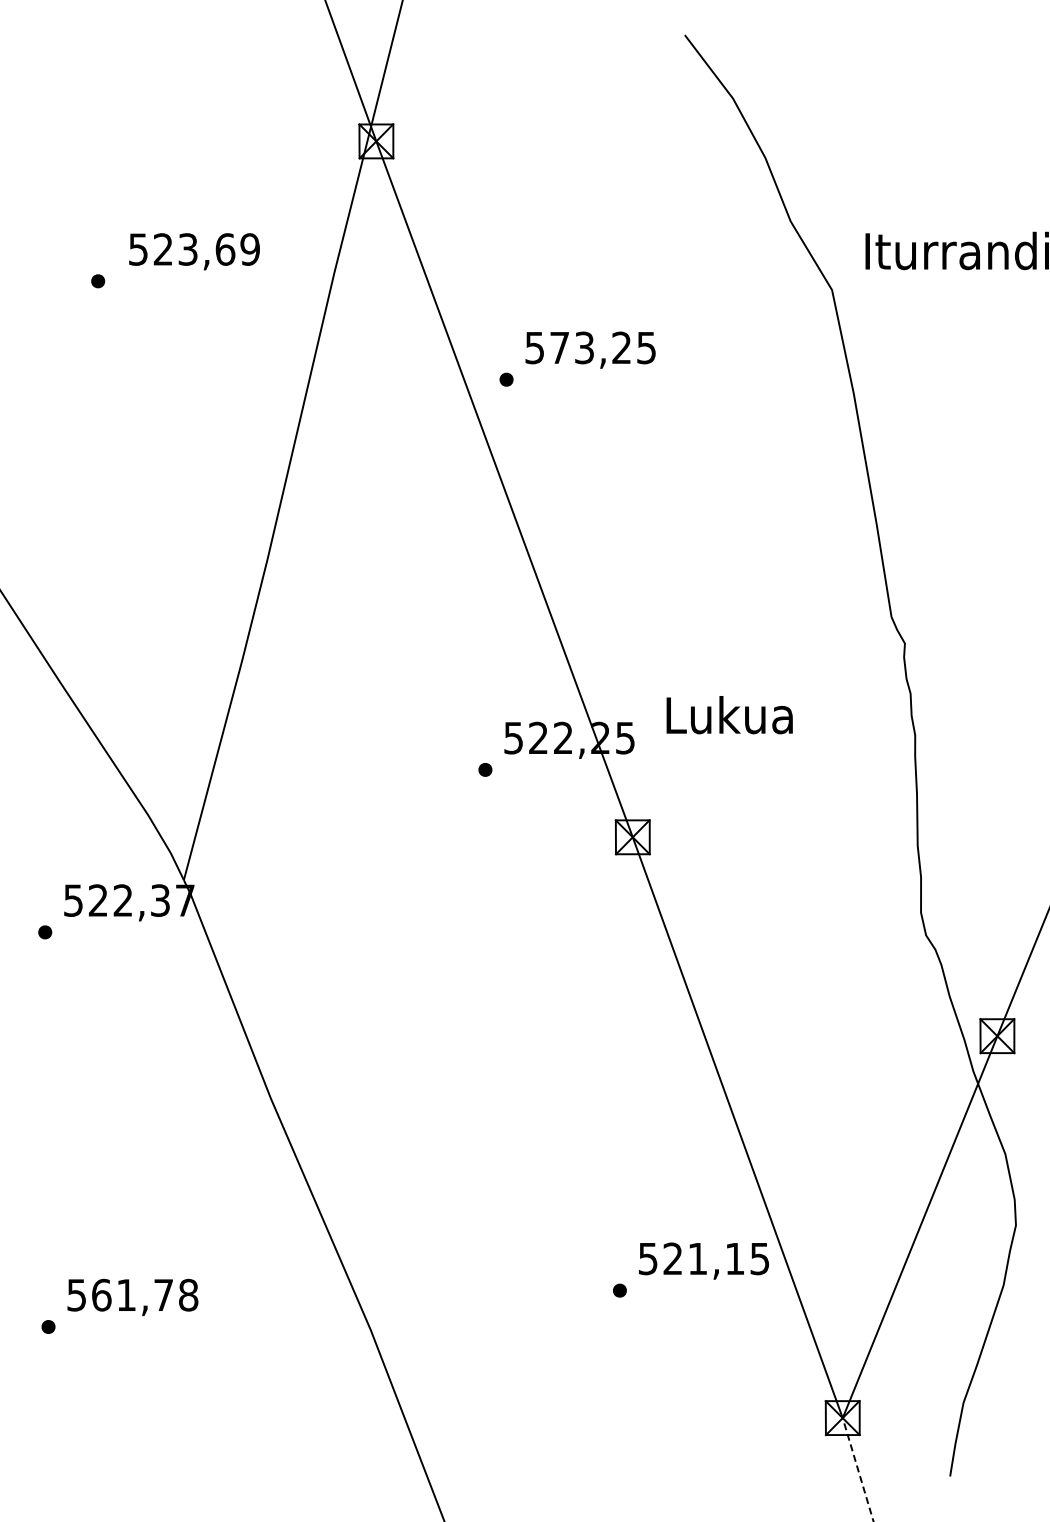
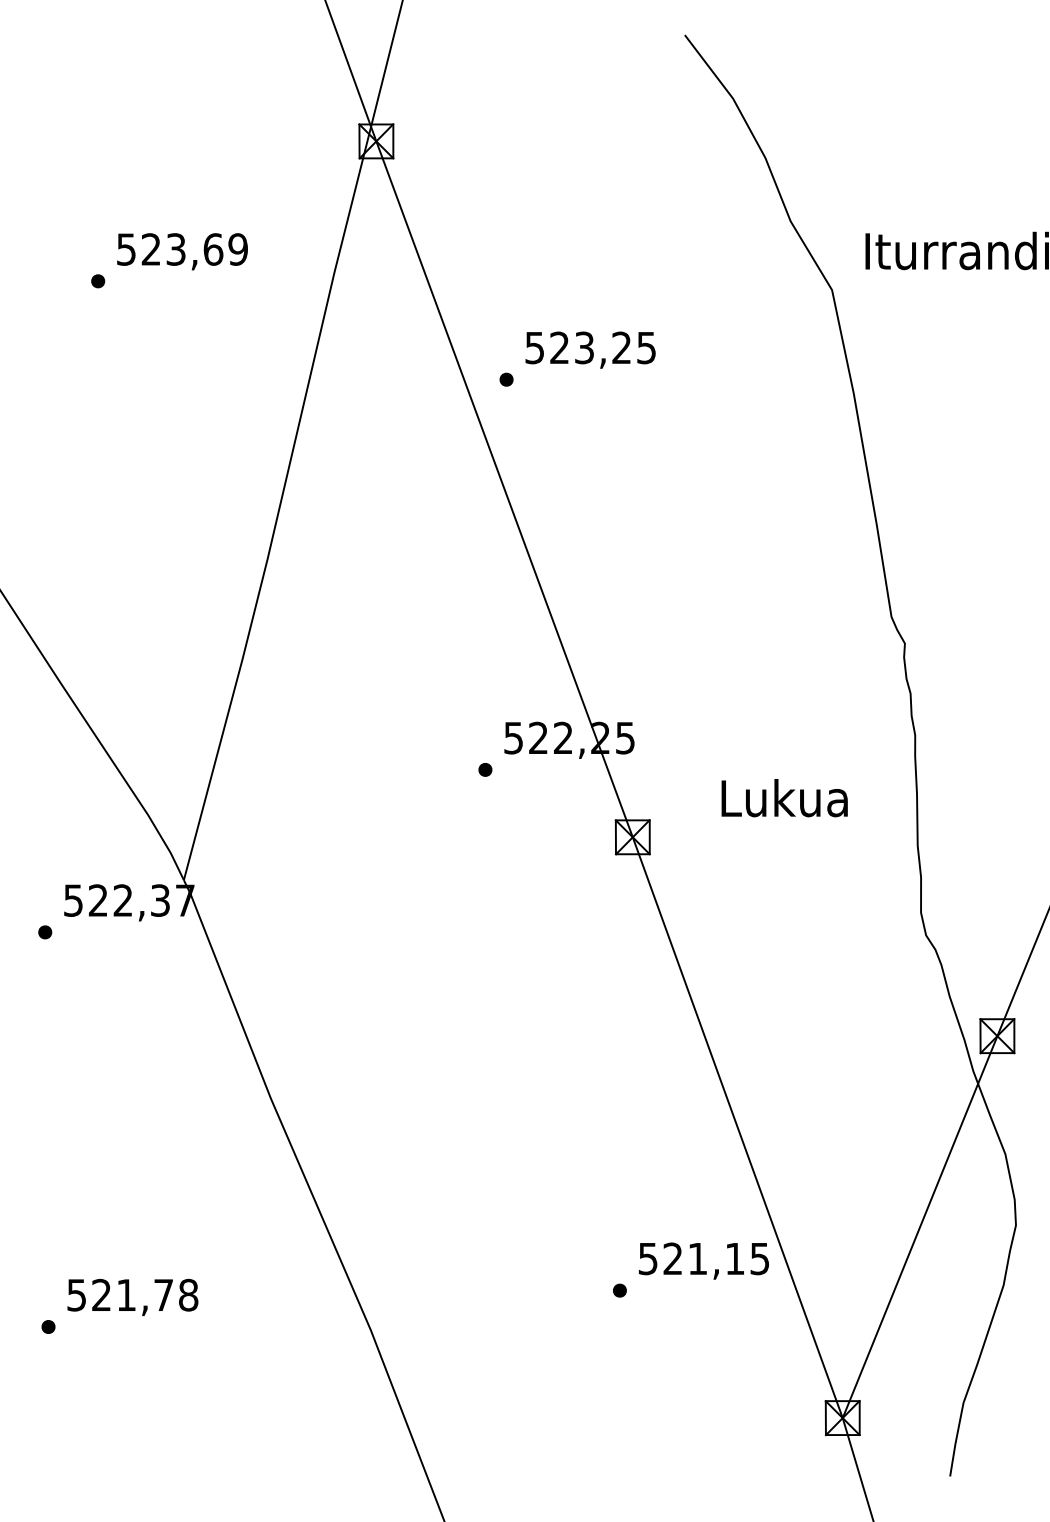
text at (194, 251) position: (194, 251) -> (182, 251)
text at (559, 347): 573,25 -> 523,25
text at (729, 715) position: (729, 715) -> (784, 798)
text at (101, 1294): 561,78 -> 521,78
line at (858, 1469): dashed -> solid
